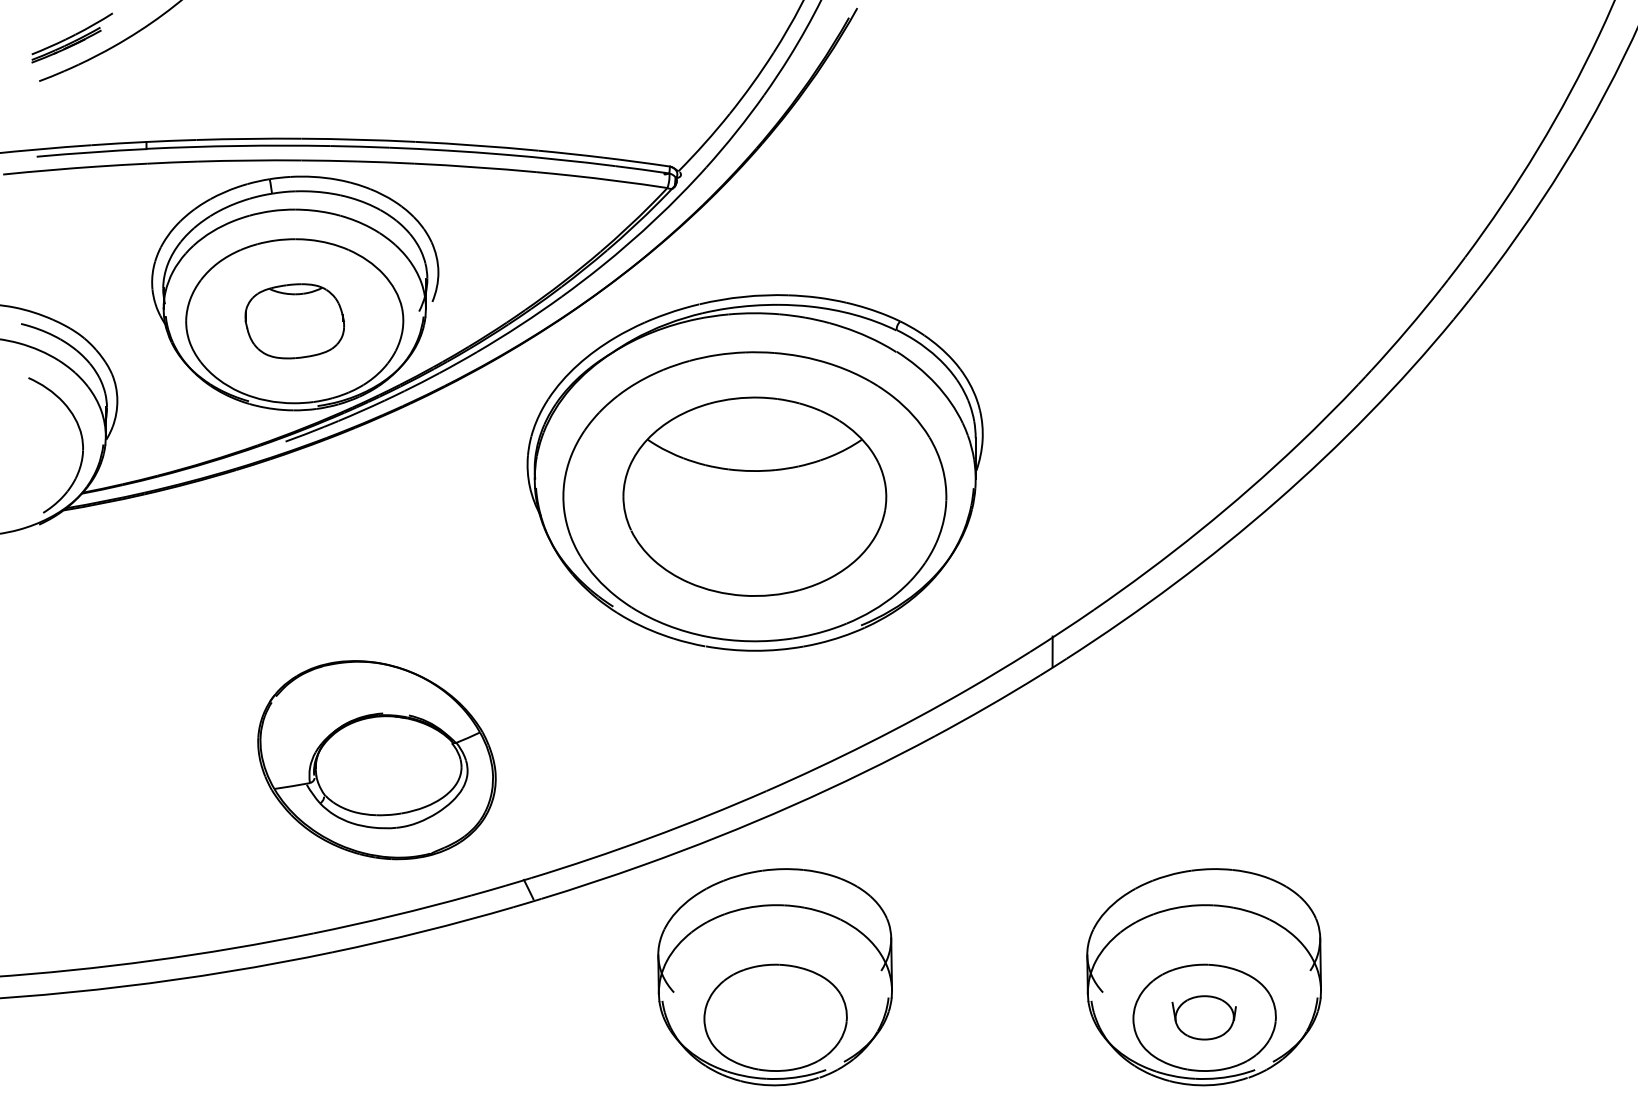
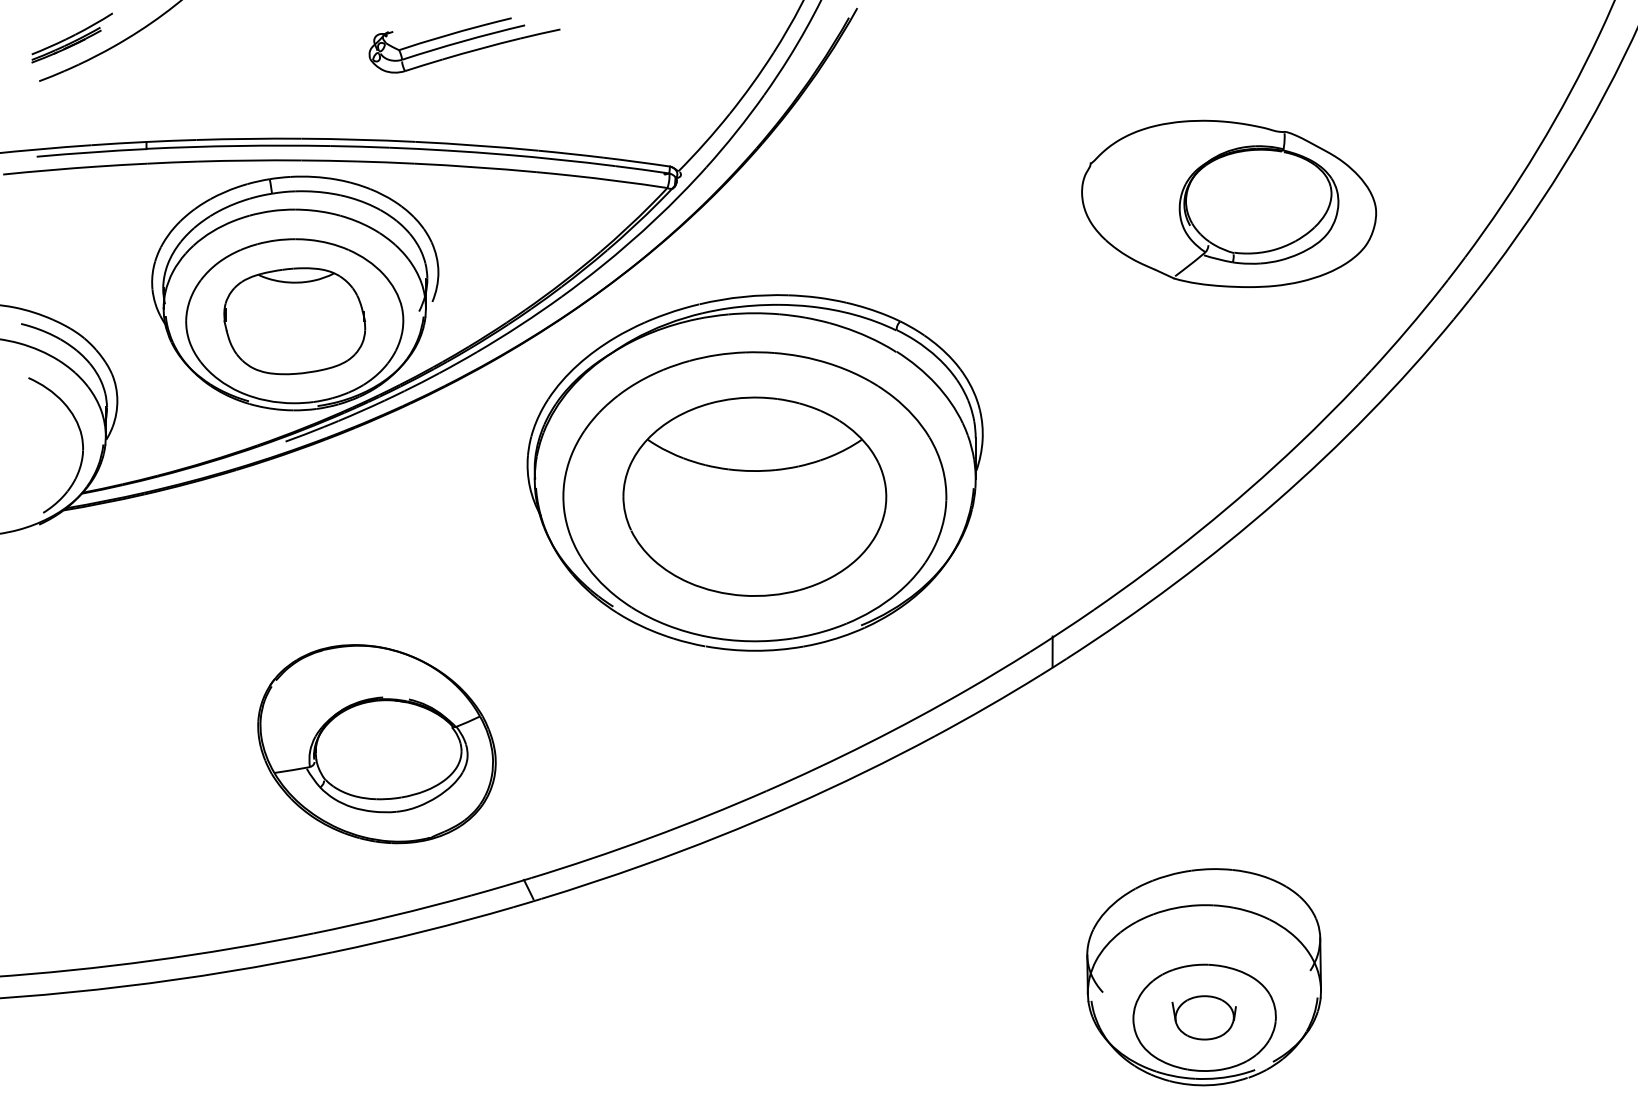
part at (464, 45): none -> present
part at (1229, 203): none -> present
part at (294, 321) size: 101x77 px -> 144x109 px
part at (376, 760) position: (376, 760) -> (376, 744)
part at (774, 977): present -> none
